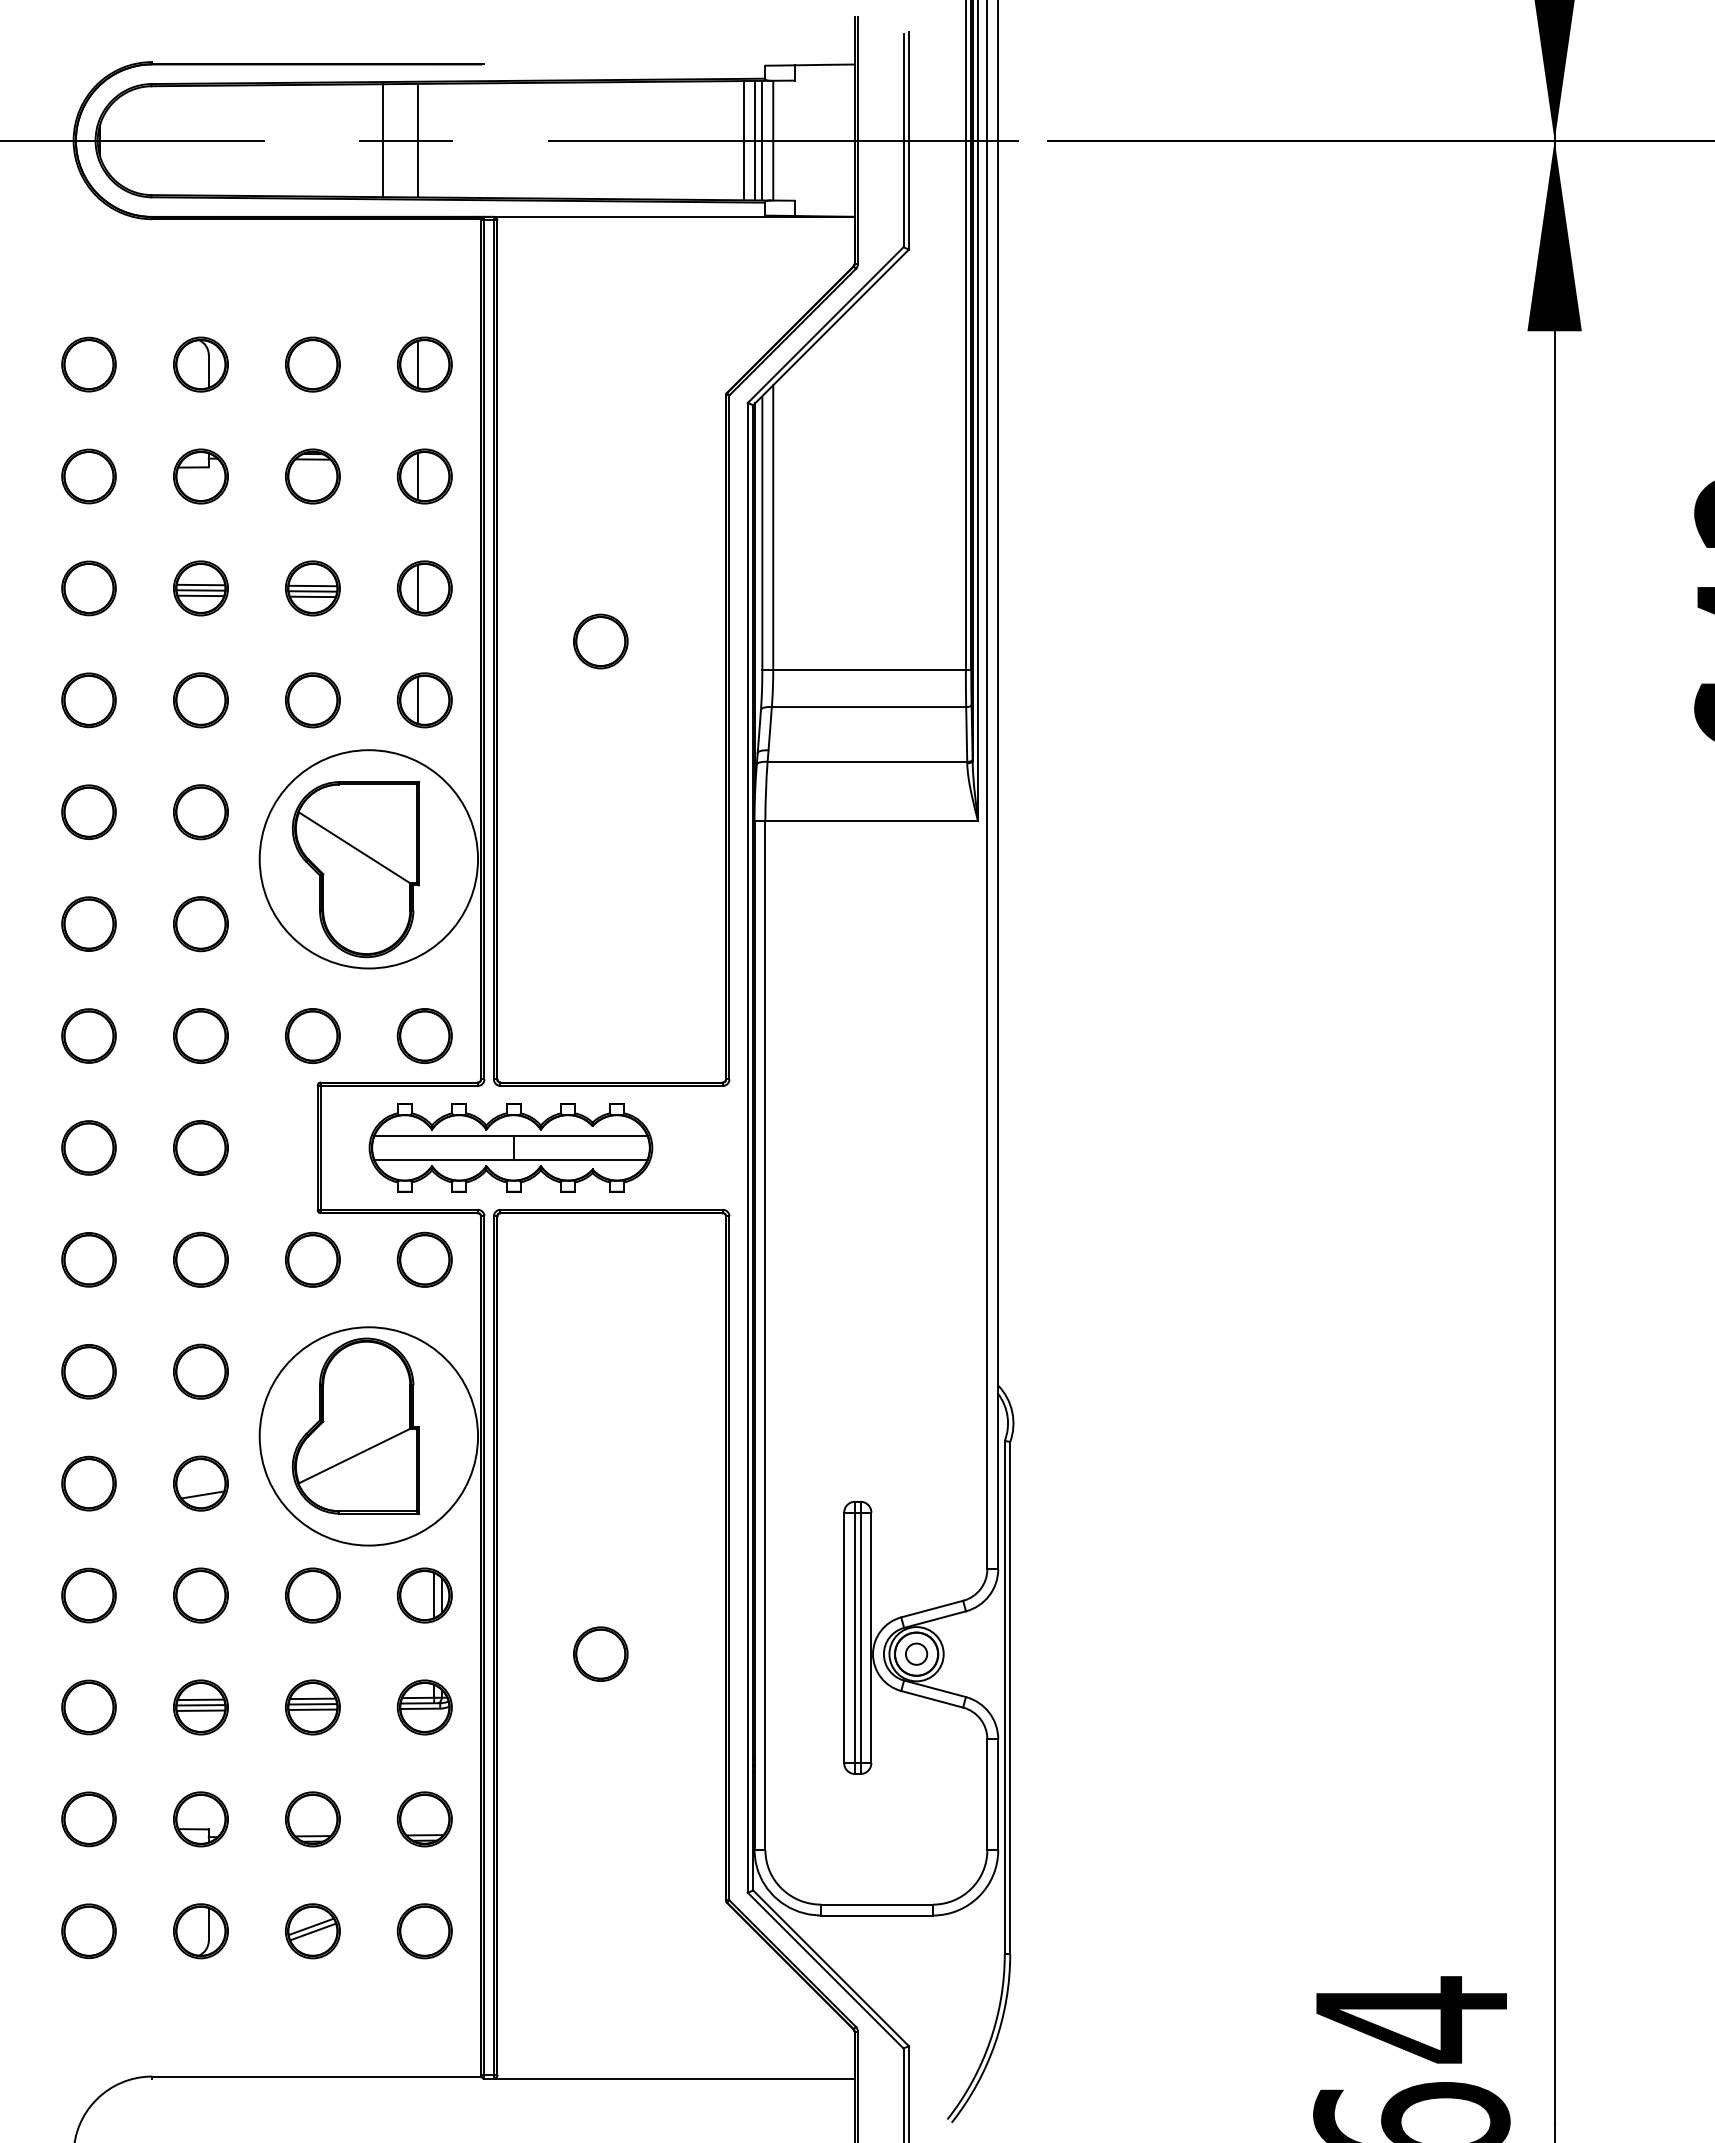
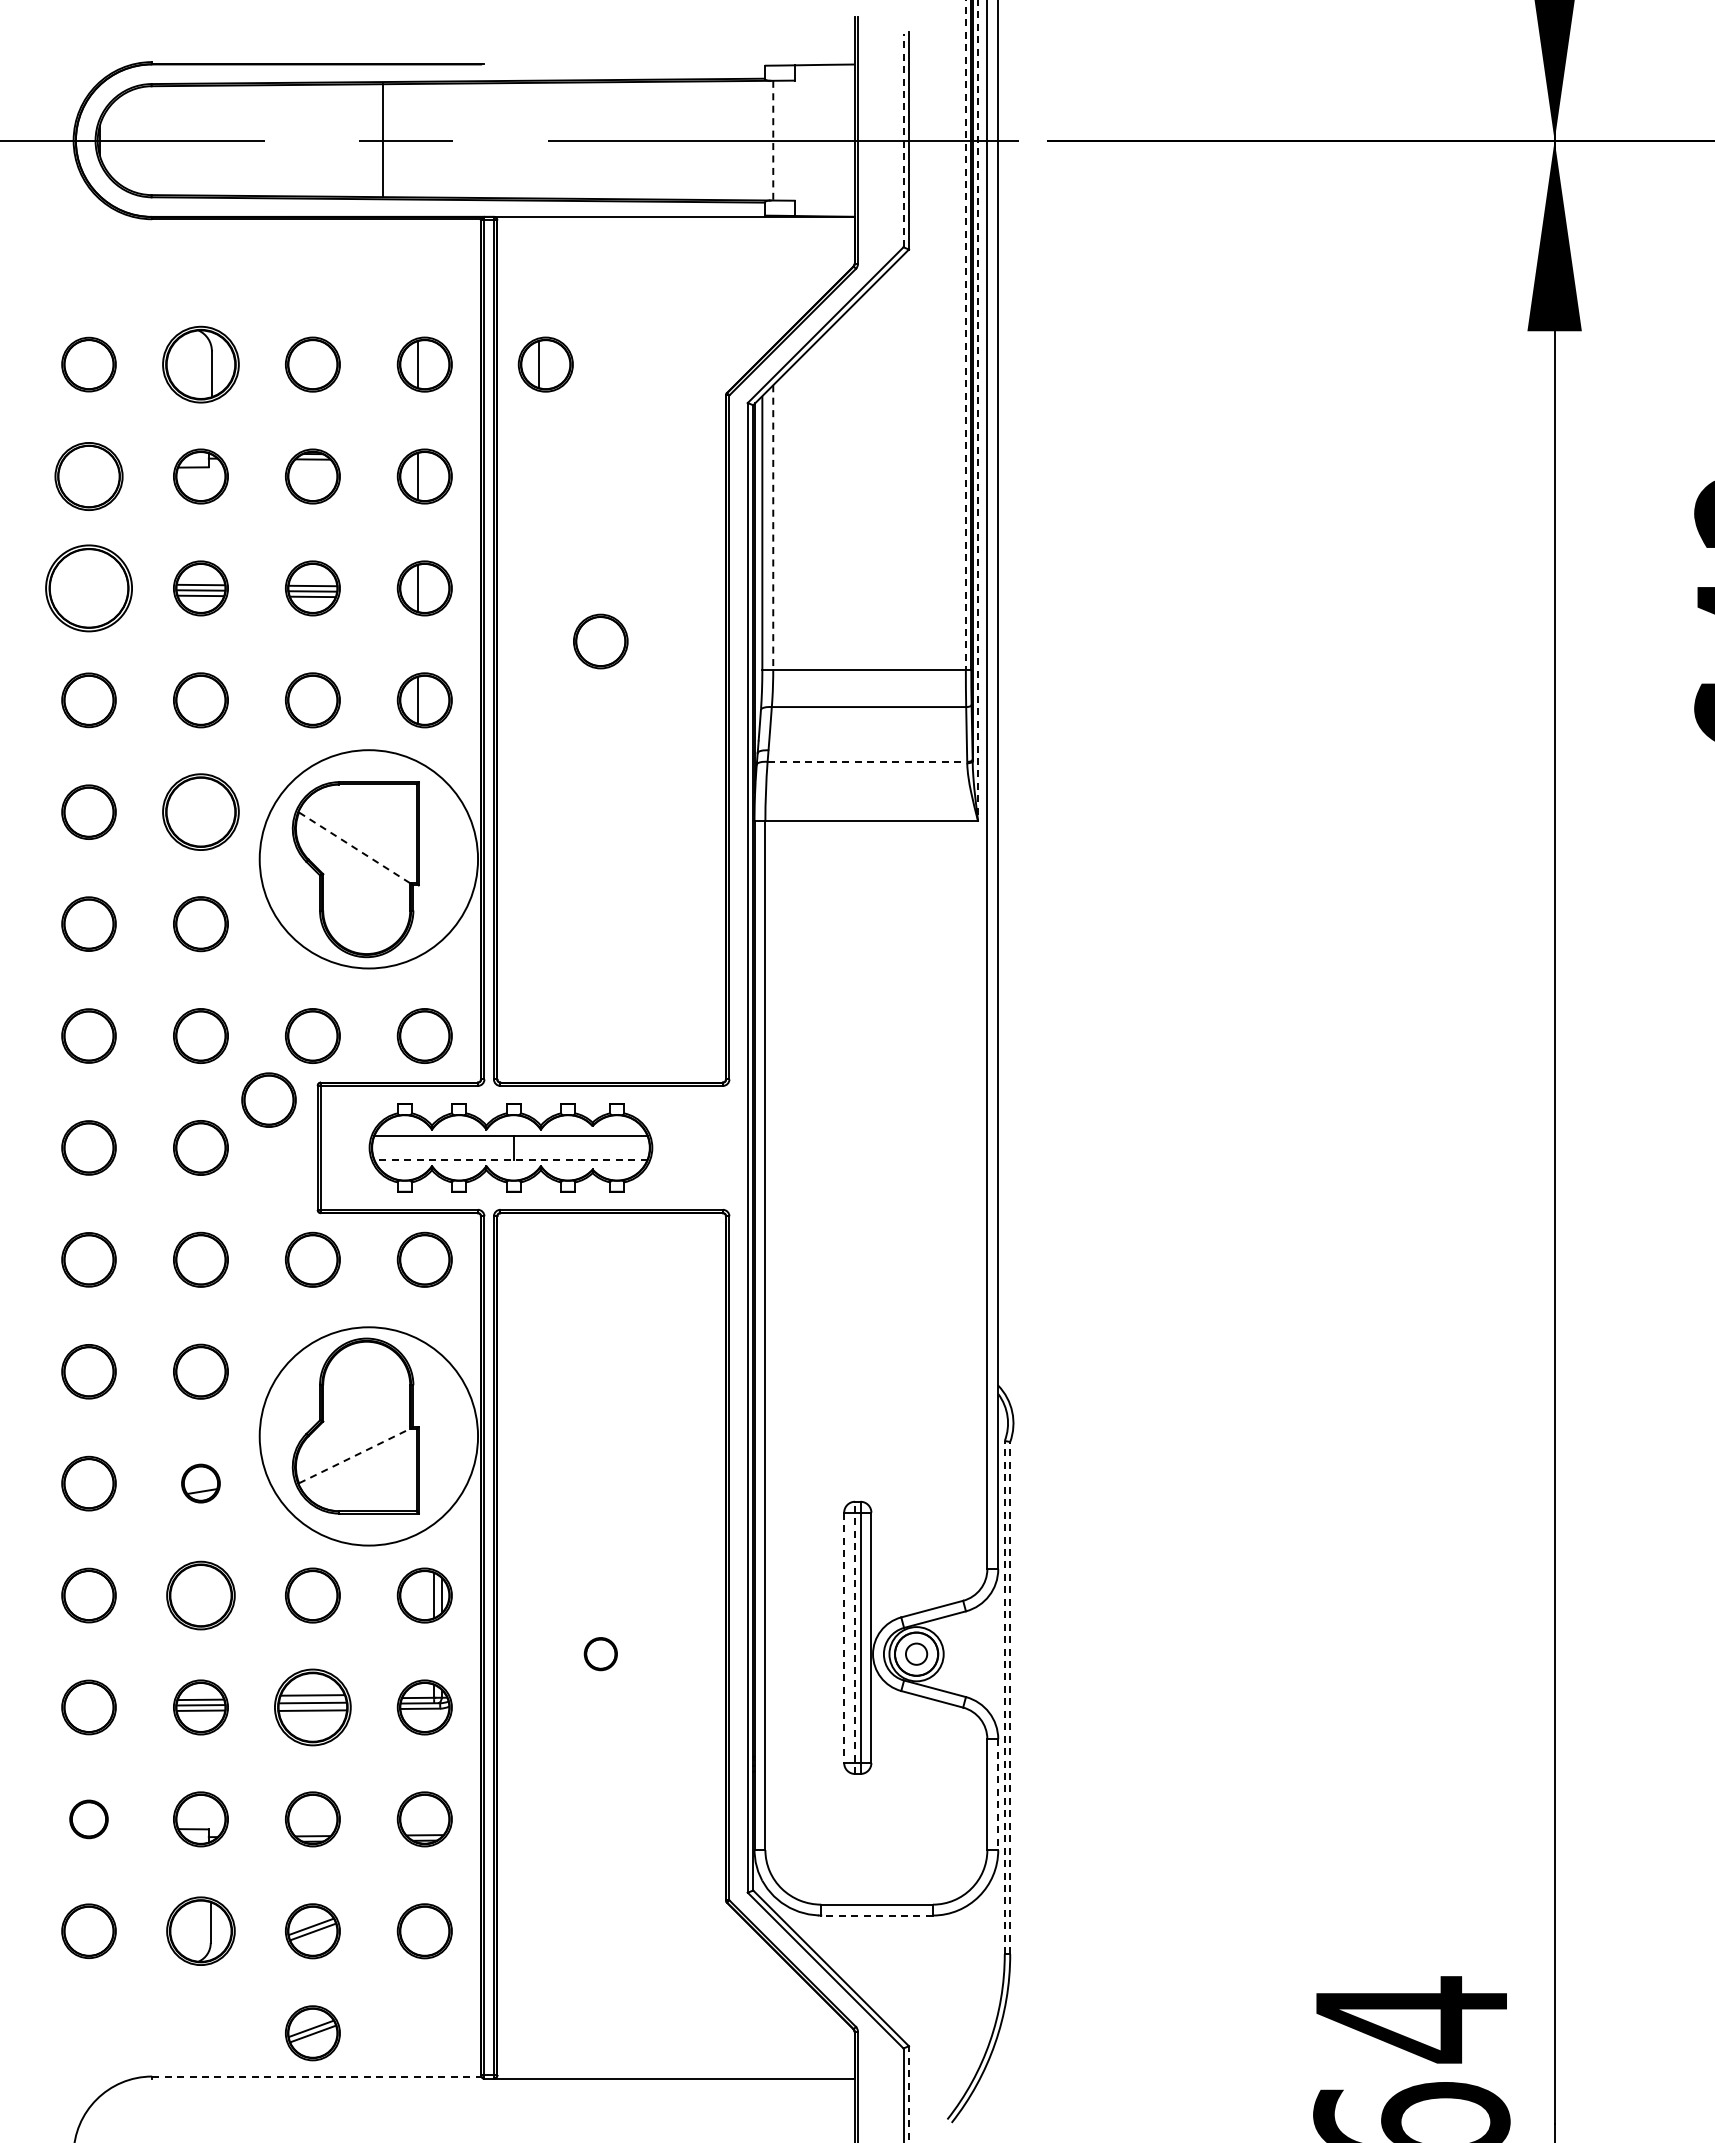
line at (418, 140): present -> none
line at (744, 140): present -> none
line at (755, 140): present -> none
line at (762, 140): present -> none
line at (773, 140): solid -> dashed
line at (903, 140): solid -> dashed
line at (965, 335): solid -> dashed
part at (200, 364) size: 56x57 px -> 78x79 px
part at (545, 364): none -> present
line at (978, 411): solid -> dashed
part at (88, 476) size: 56x57 px -> 70x69 px
line at (773, 528): solid -> dashed
part at (88, 588) size: 56x57 px -> 88x89 px
line at (867, 761): solid -> dashed
part at (200, 812) size: 56x57 px -> 78x78 px
line at (354, 847): solid -> dashed
part at (268, 1099): none -> present
line at (510, 1159): solid -> dashed
line at (354, 1456): solid -> dashed
part at (200, 1483) size: 56x57 px -> 40x41 px
part at (200, 1595) size: 56x57 px -> 70x71 px
line at (855, 1637): solid -> dashed
line at (844, 1638): solid -> dashed
part at (600, 1653) size: 56x56 px -> 35x35 px
line at (1004, 1697): solid -> dashed
line at (1010, 1697): solid -> dashed
part at (312, 1707) size: 56x57 px -> 78x79 px
line at (998, 1794): solid -> dashed
part at (88, 1819) size: 56x57 px -> 40x41 px
line at (877, 1915): solid -> dashed
part at (200, 1931) size: 56x57 px -> 70x70 px
part at (312, 2033): none -> present
line at (316, 2076): solid -> dashed
line at (908, 2094): solid -> dashed
